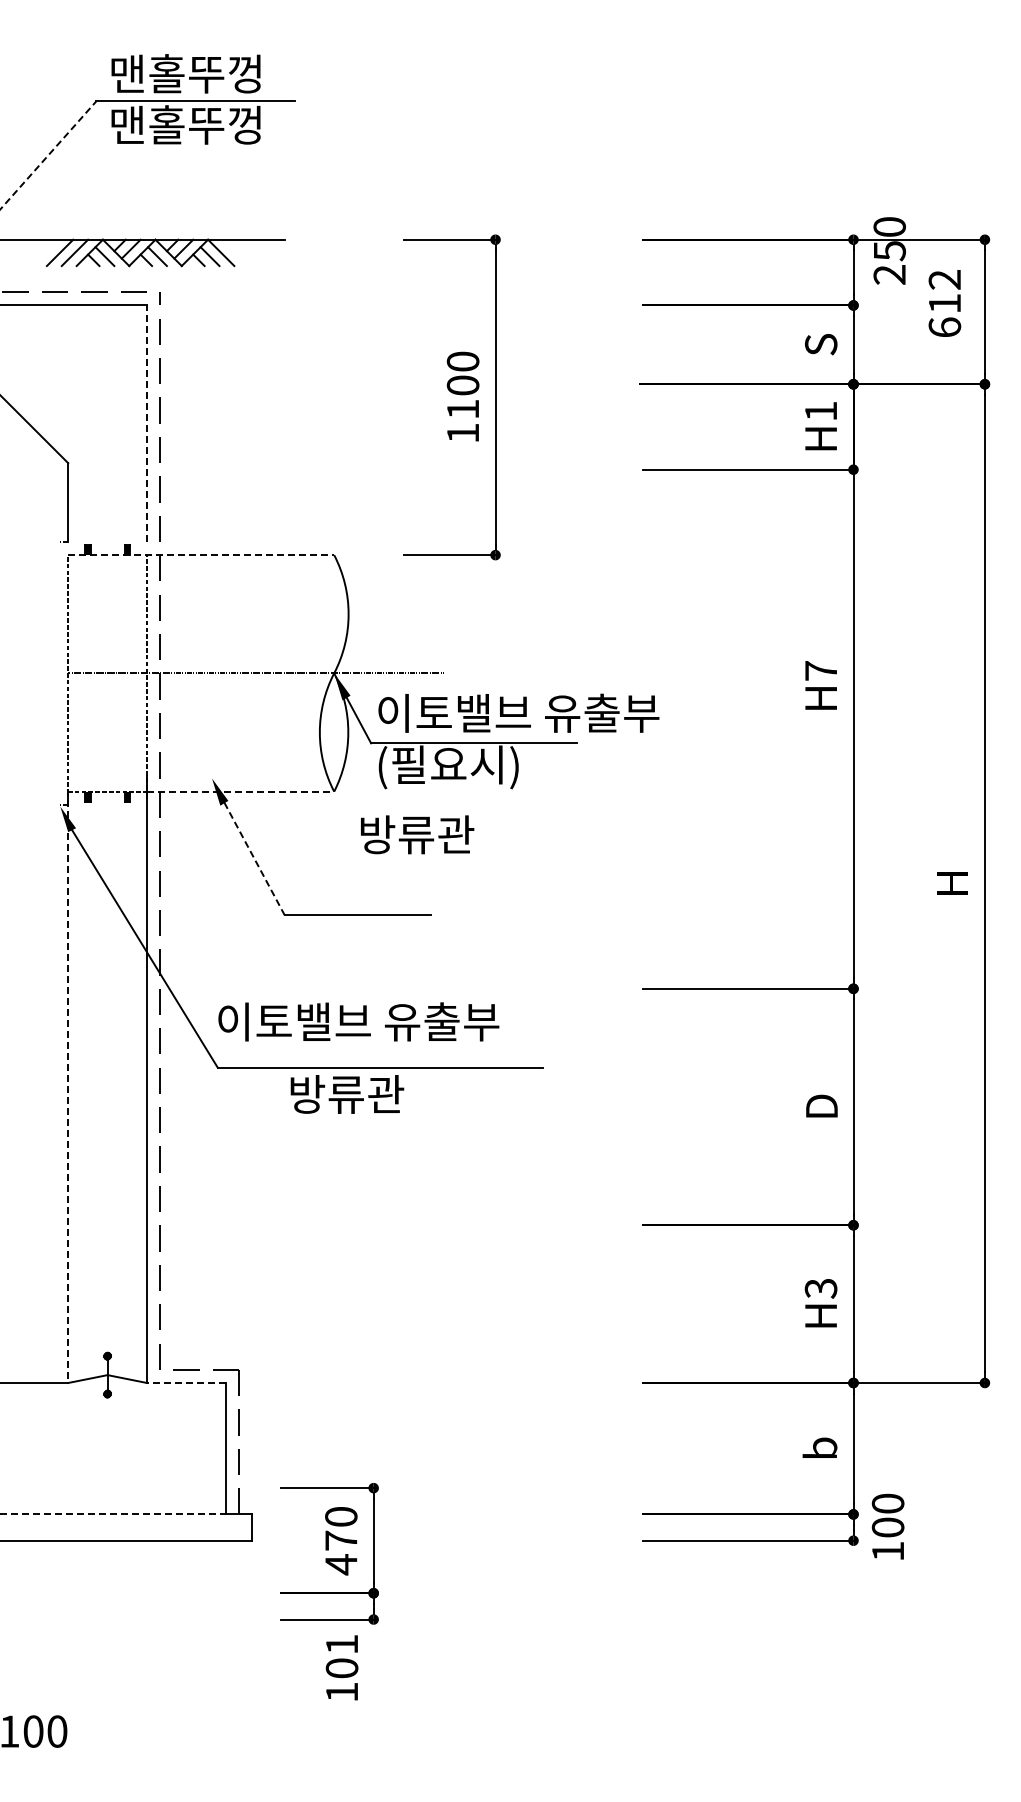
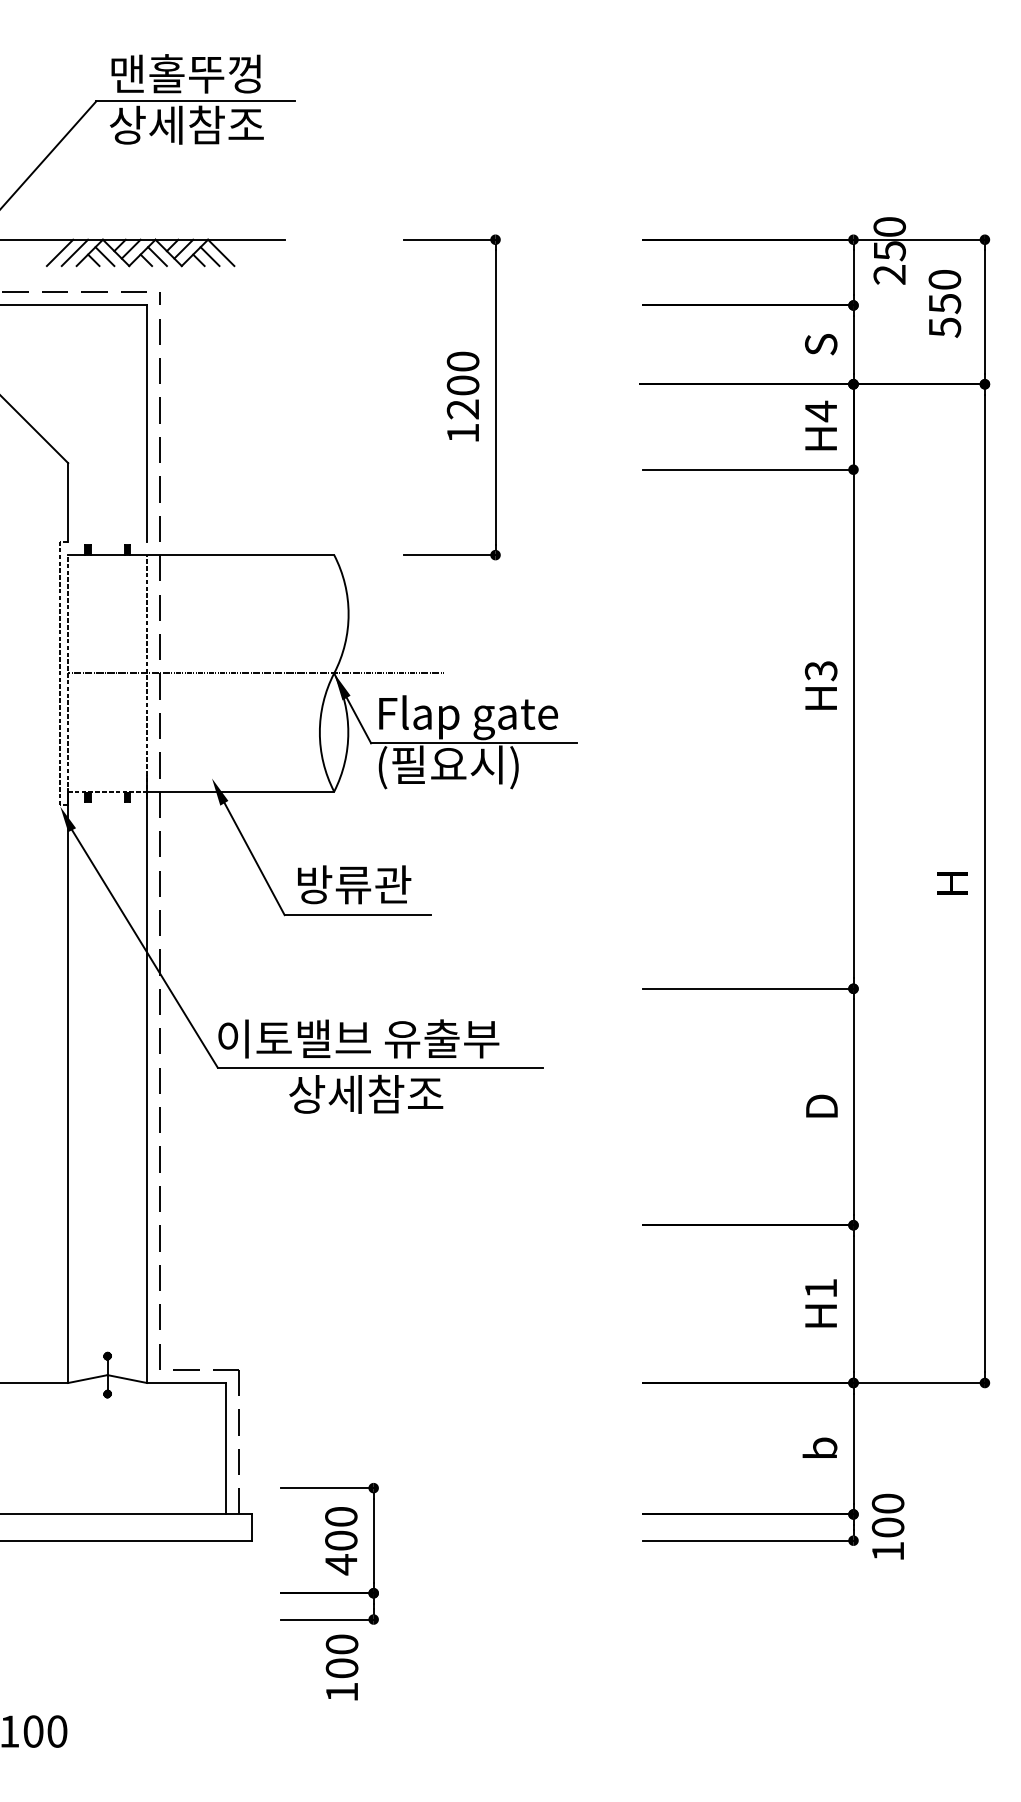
text at (186, 124): 맨홀뚜껑 -> 상세참조
line at (48, 155): dashed -> solid
text at (944, 303): 612 -> 550
text at (462, 409): 1100 -> 1200
text at (820, 411): H1 -> H4
line at (147, 423): dashed -> solid
line at (201, 555): dashed -> solid
text at (820, 671): H7 -> H3
line at (60, 672): none -> present
text at (518, 716): 이토밸브 유출부 -> Flap gate
line at (240, 791): dashed -> solid
text at (417, 834) position: (417, 834) -> (354, 884)
line at (254, 858): dashed -> solid
text at (358, 1021) position: (358, 1021) -> (358, 1038)
line at (68, 1086): dashed -> solid
text at (366, 1093): 방류관 -> 상세참조
text at (820, 1288): H3 -> H1
line at (185, 1383): dashed -> solid
line at (113, 1514): dashed -> solid
text at (341, 1540): 470 -> 400
text at (341, 1644): 101 -> 100
